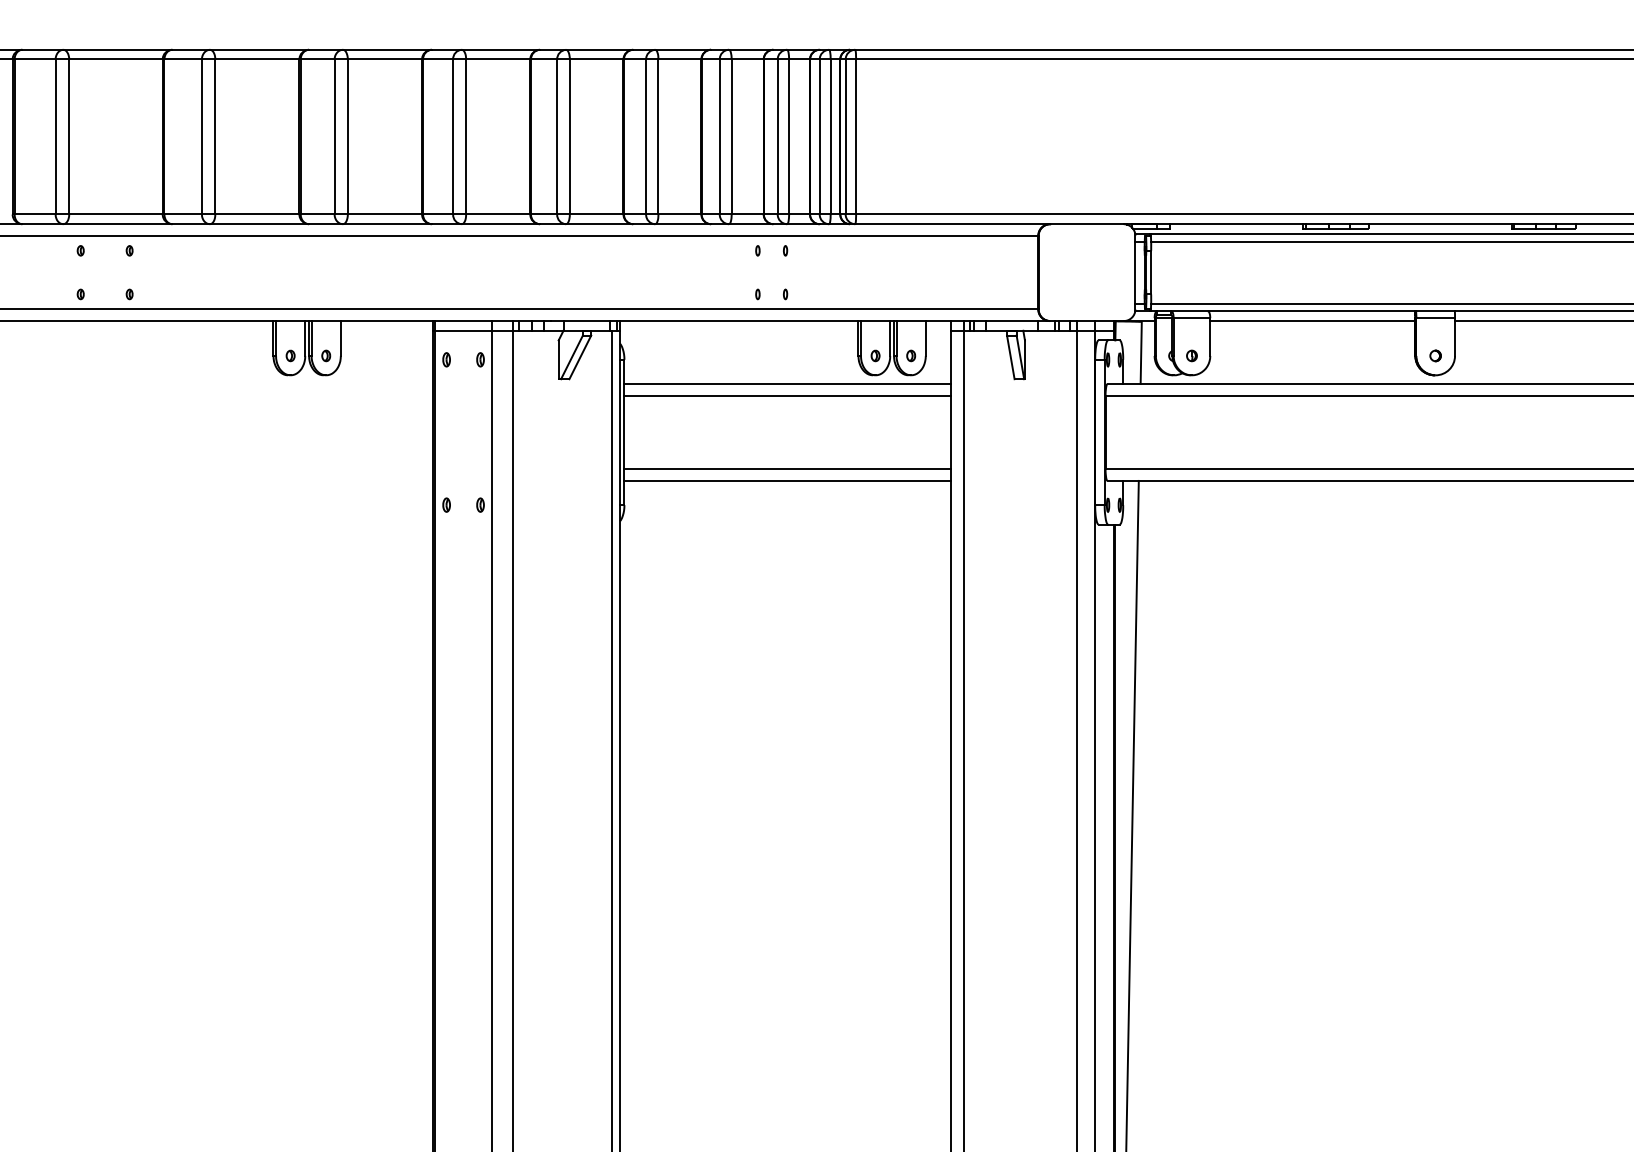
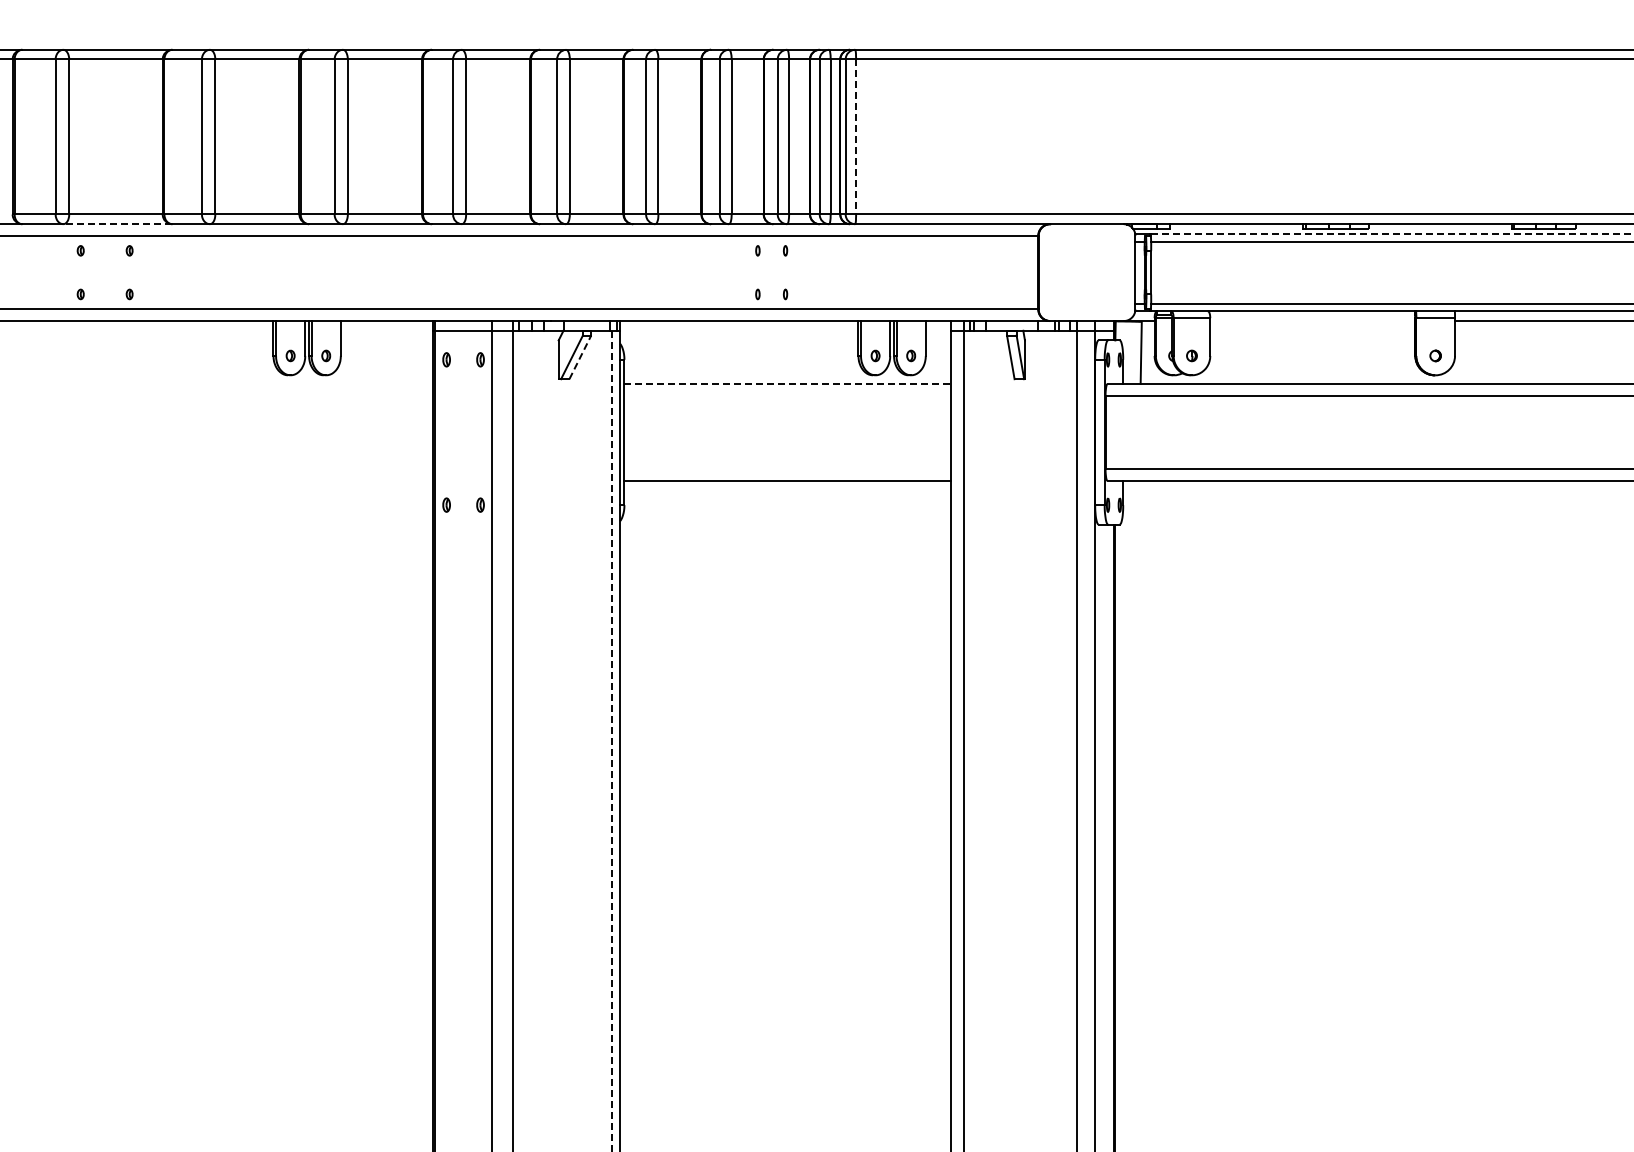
line at (856, 137): solid -> dashed
line at (117, 224): solid -> dashed
line at (1392, 233): solid -> dashed
line at (1312, 321): present -> none
line at (580, 356): solid -> dashed
line at (788, 384): solid -> dashed
line at (787, 395): present -> none
line at (787, 469): present -> none
line at (612, 741): solid -> dashed
line at (1132, 814): present -> none
